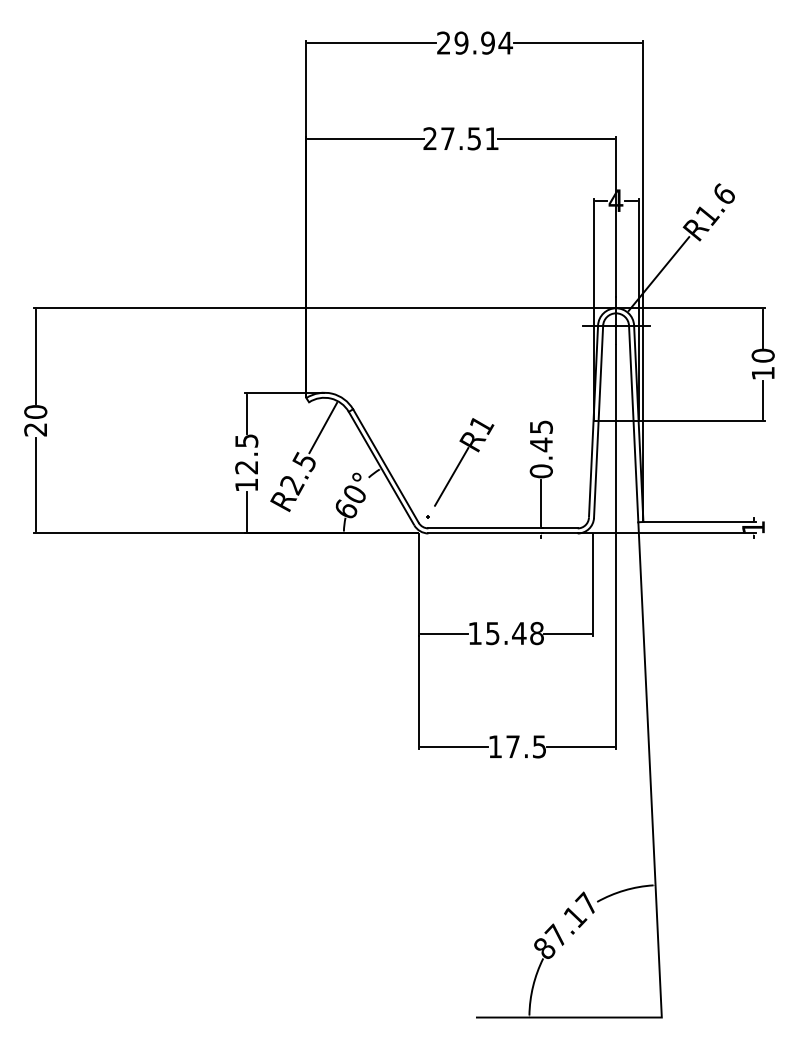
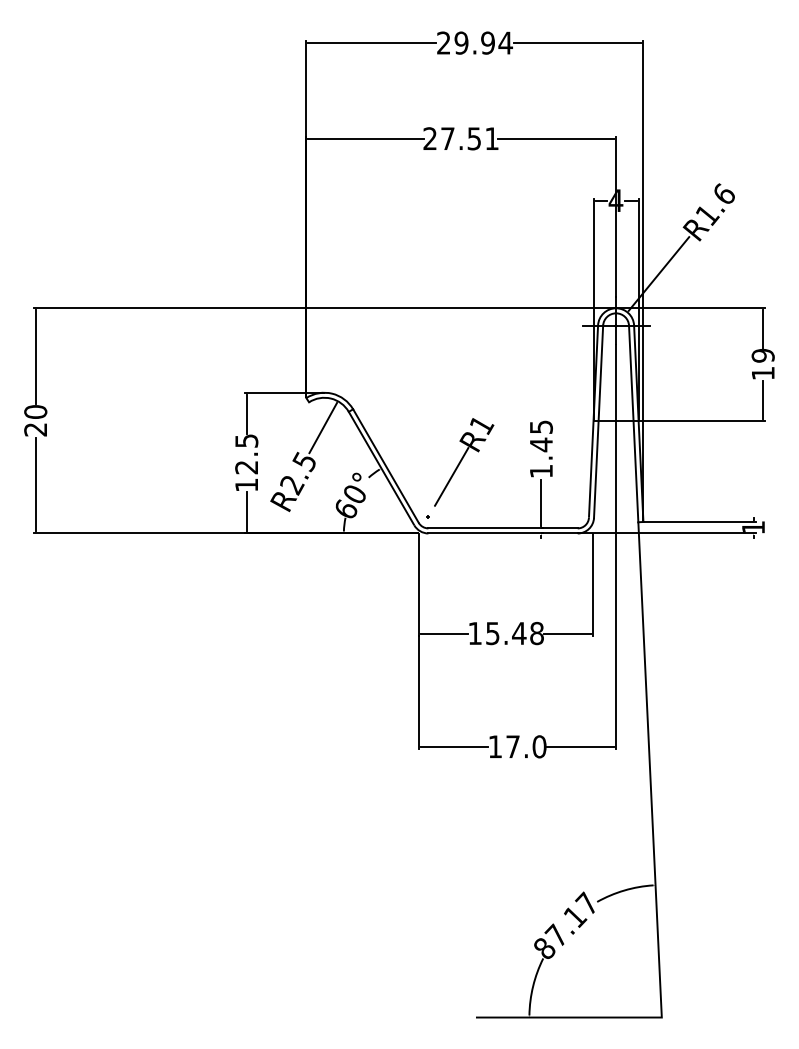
text at (762, 355): 10 -> 19
text at (540, 471): 0.45 -> 1.45
text at (539, 746): 17.5 -> 17.0
